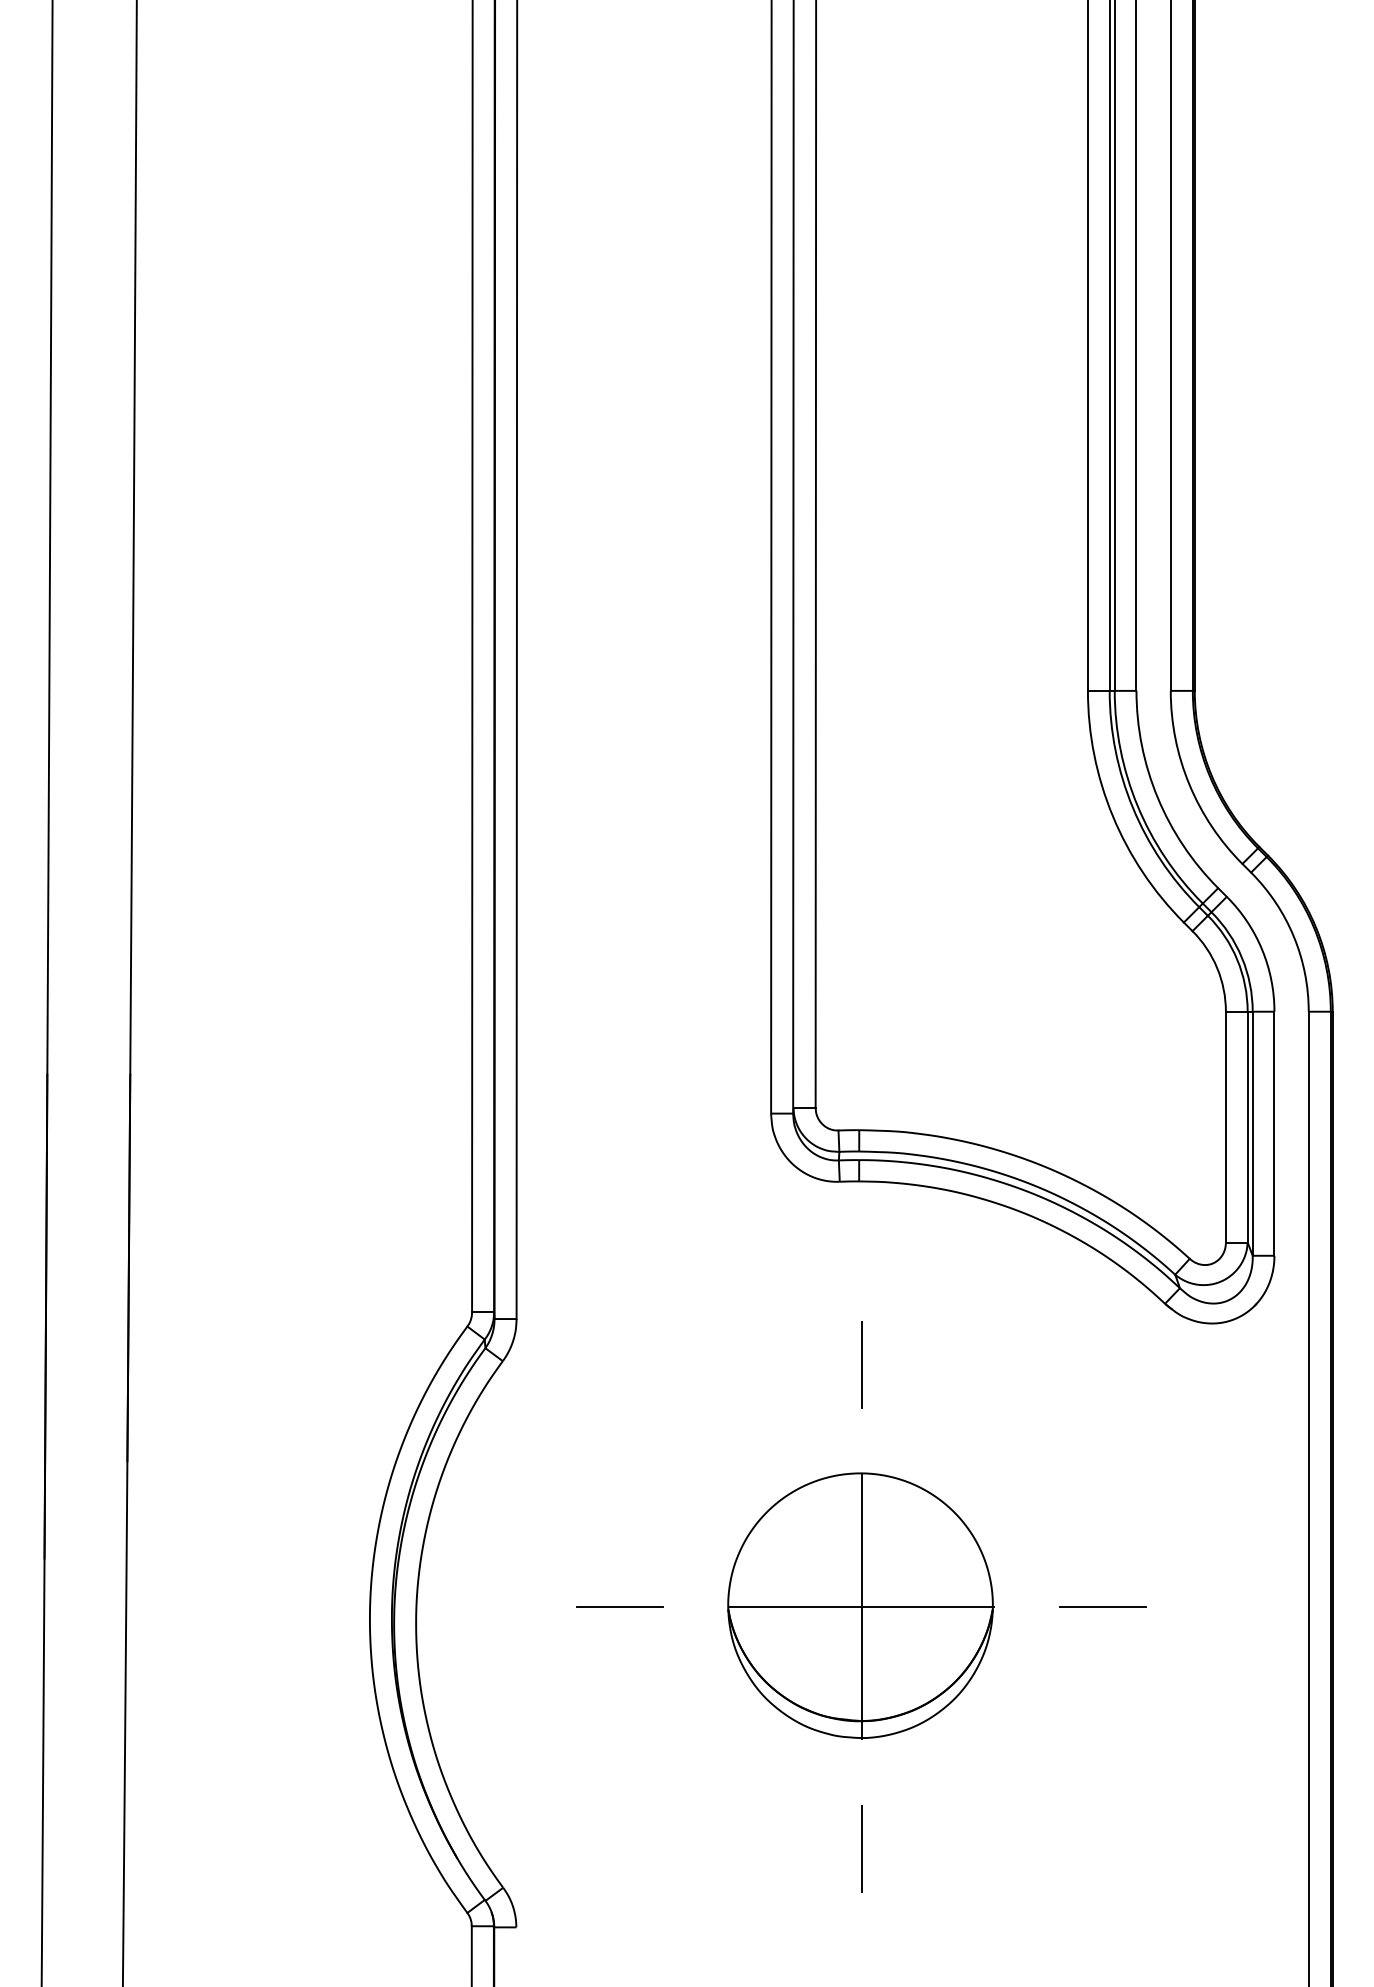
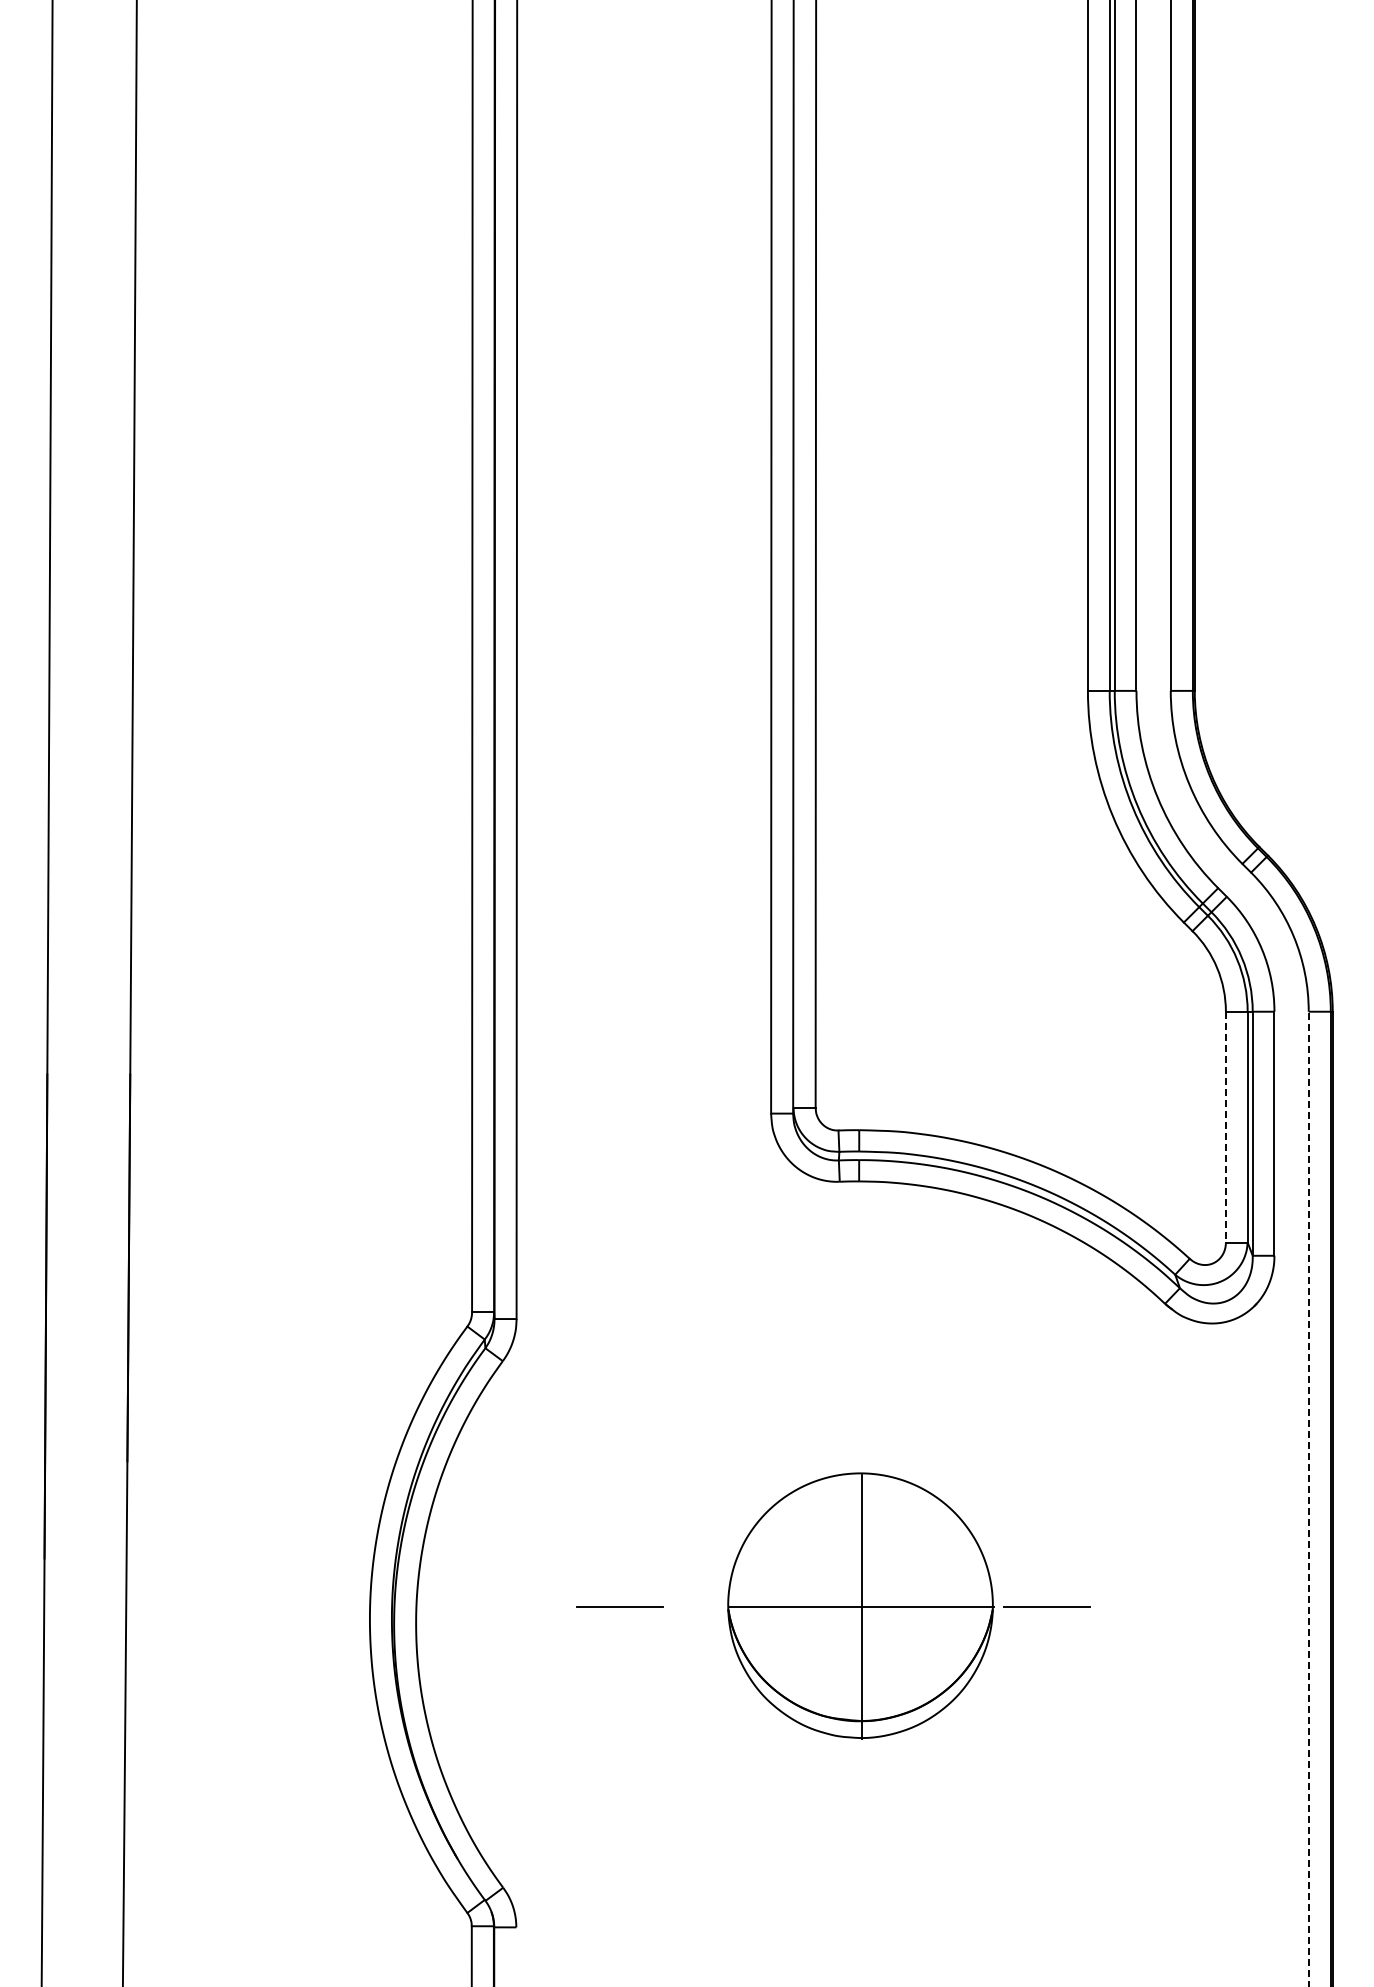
line at (1225, 1127): solid -> dashed
line at (861, 1365): present -> none
line at (1308, 1498): solid -> dashed
line at (1102, 1606) position: (1102, 1606) -> (1046, 1606)
line at (861, 1848): present -> none
